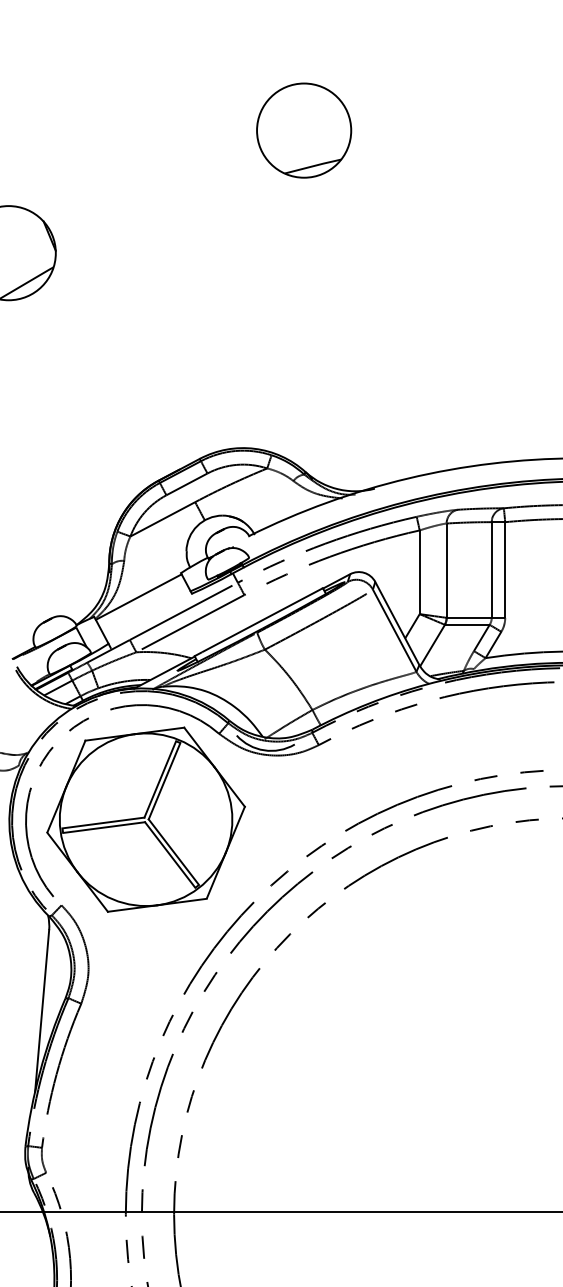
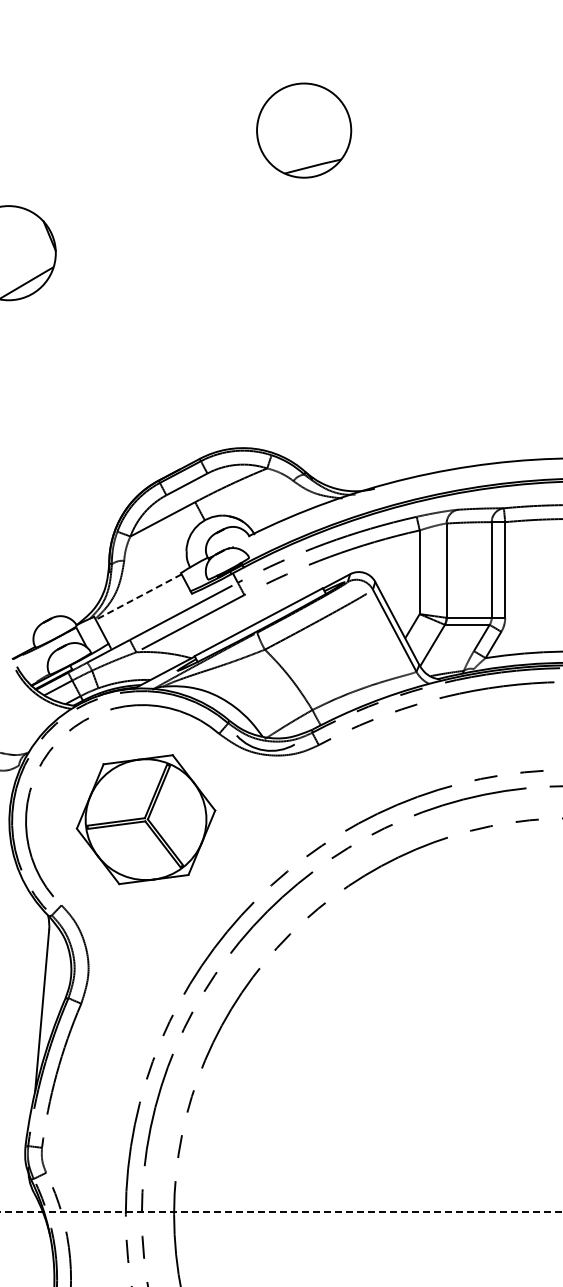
line at (138, 597): solid -> dashed
part at (145, 819) size: 200x187 px -> 142x132 px
line at (281, 1211): solid -> dashed
